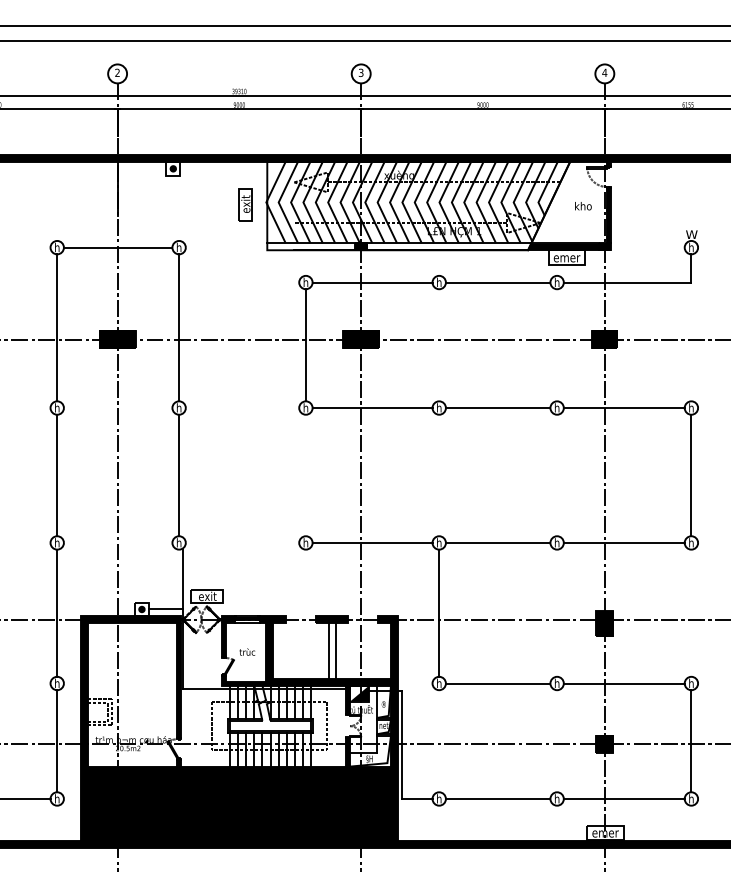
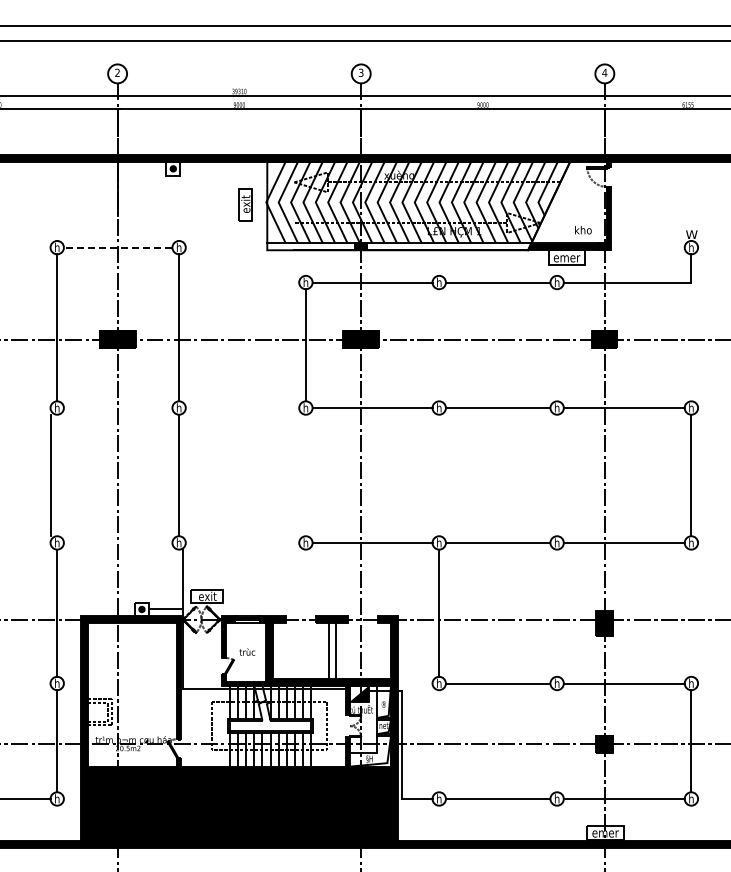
text at (583, 206) position: (583, 206) -> (583, 230)
line at (117, 247): solid -> dashed
line at (57, 475) position: (57, 475) -> (51, 475)
